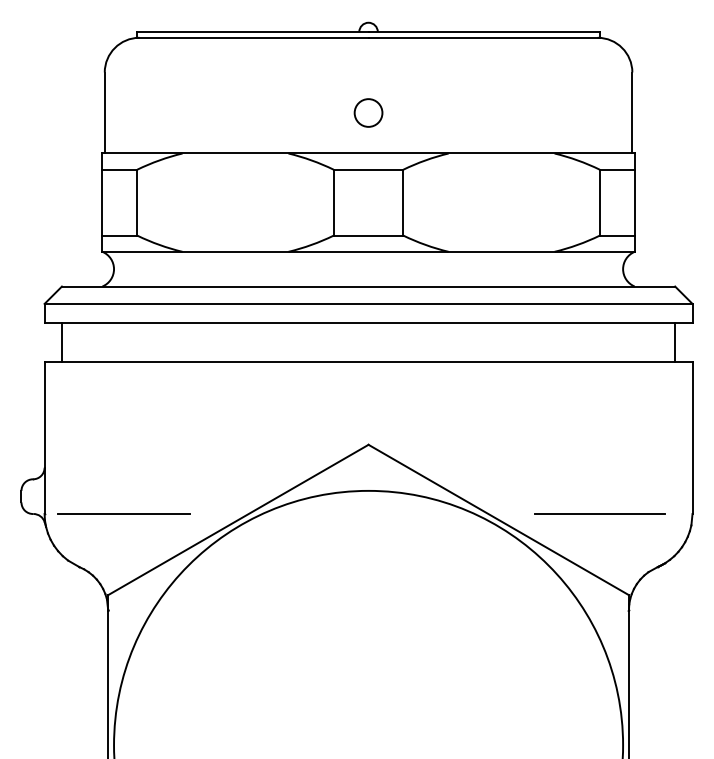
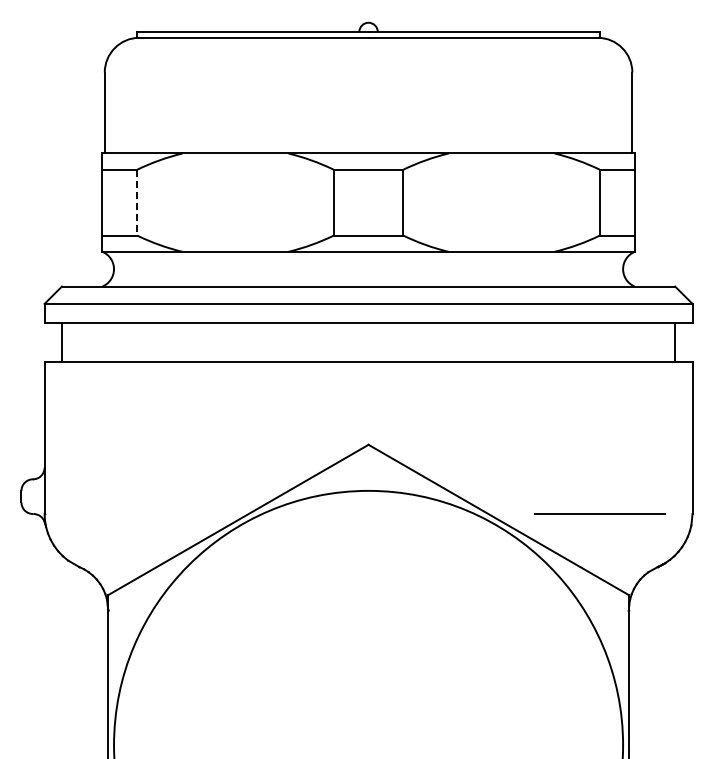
circle at (368, 112): present -> none
line at (137, 202): solid -> dashed
line at (123, 514): present -> none
